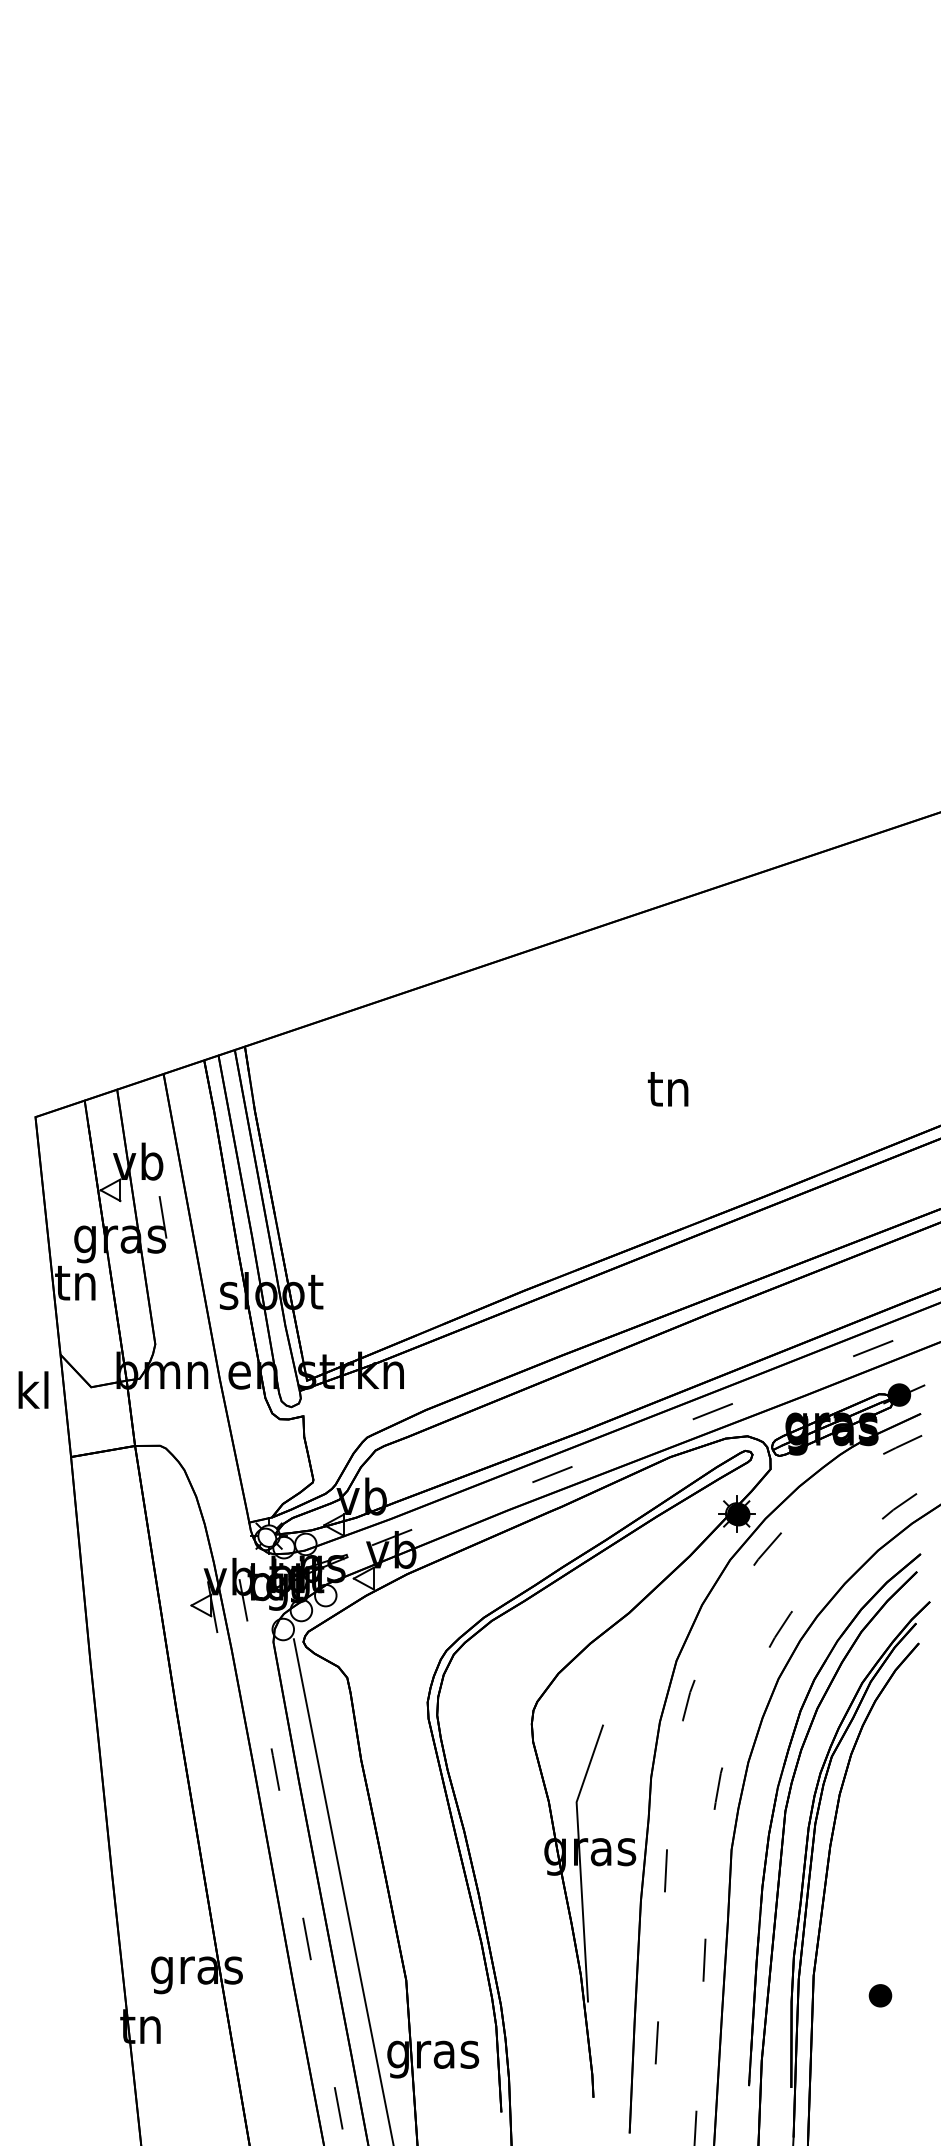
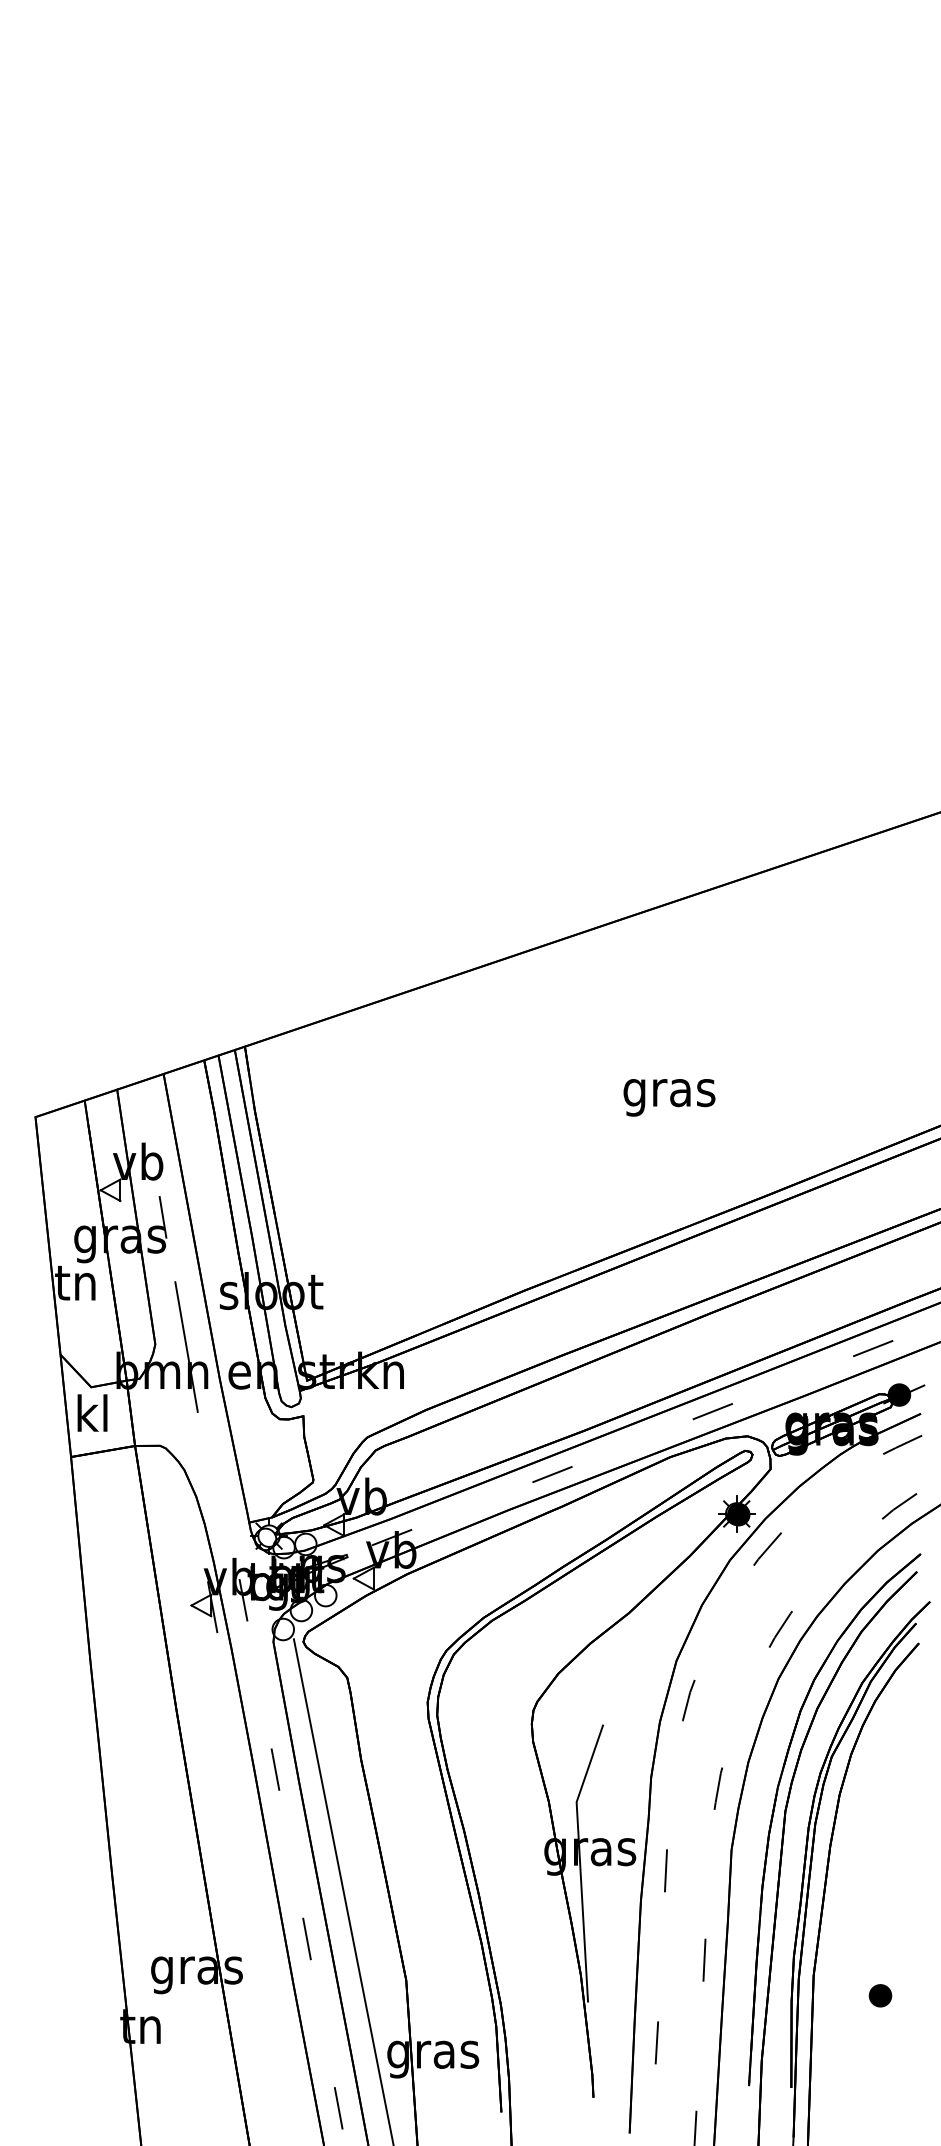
text at (669, 1094): tn -> gras
line at (186, 1346): none -> present
text at (33, 1389) position: (33, 1389) -> (92, 1412)
